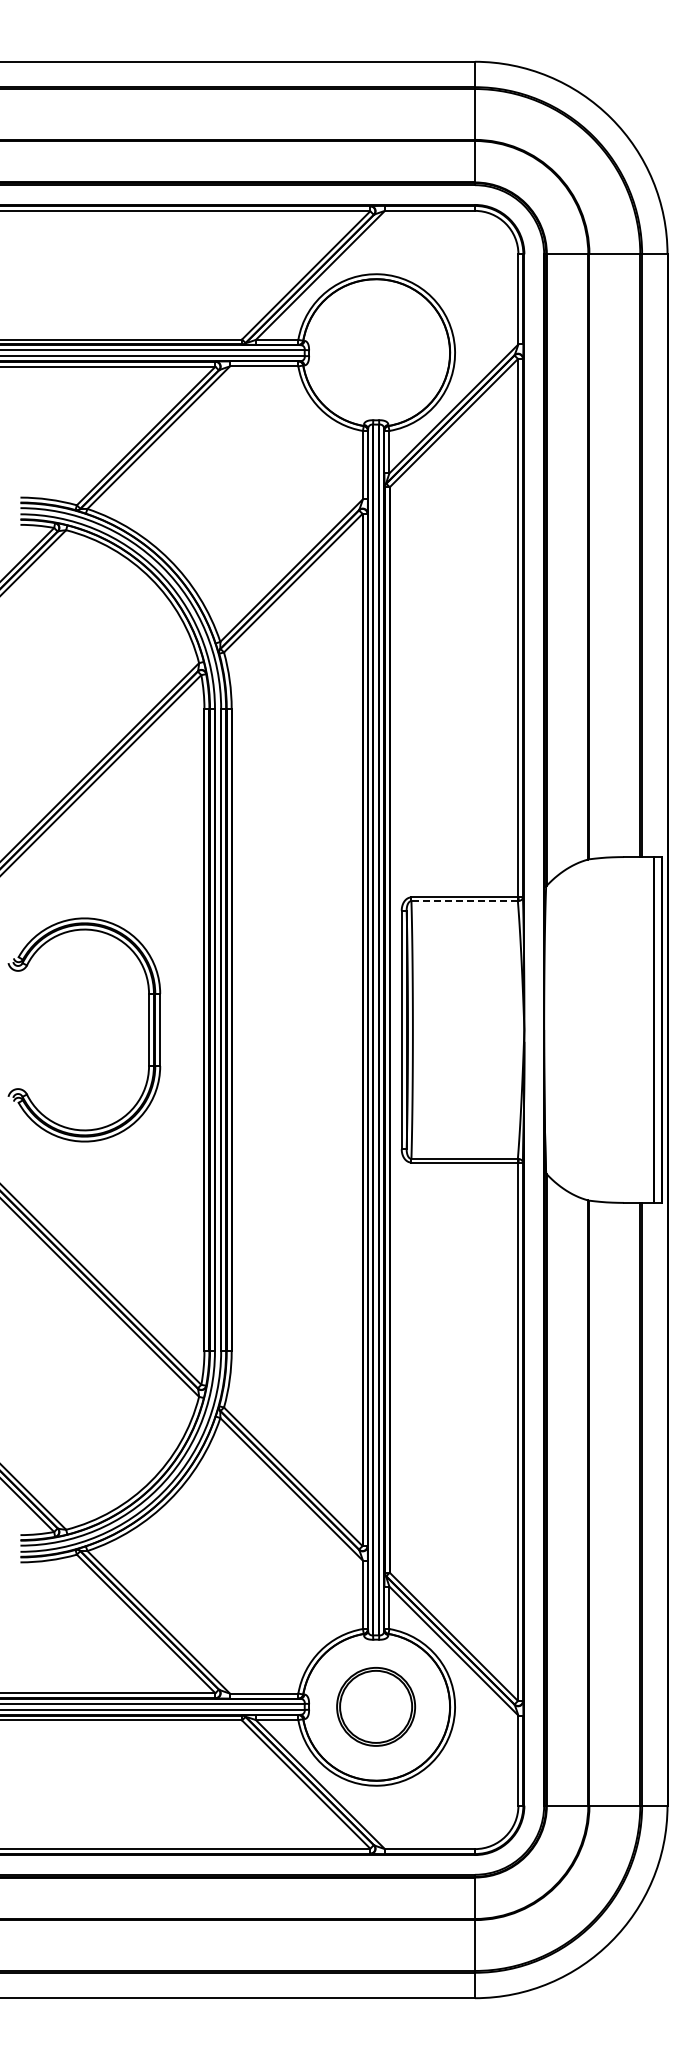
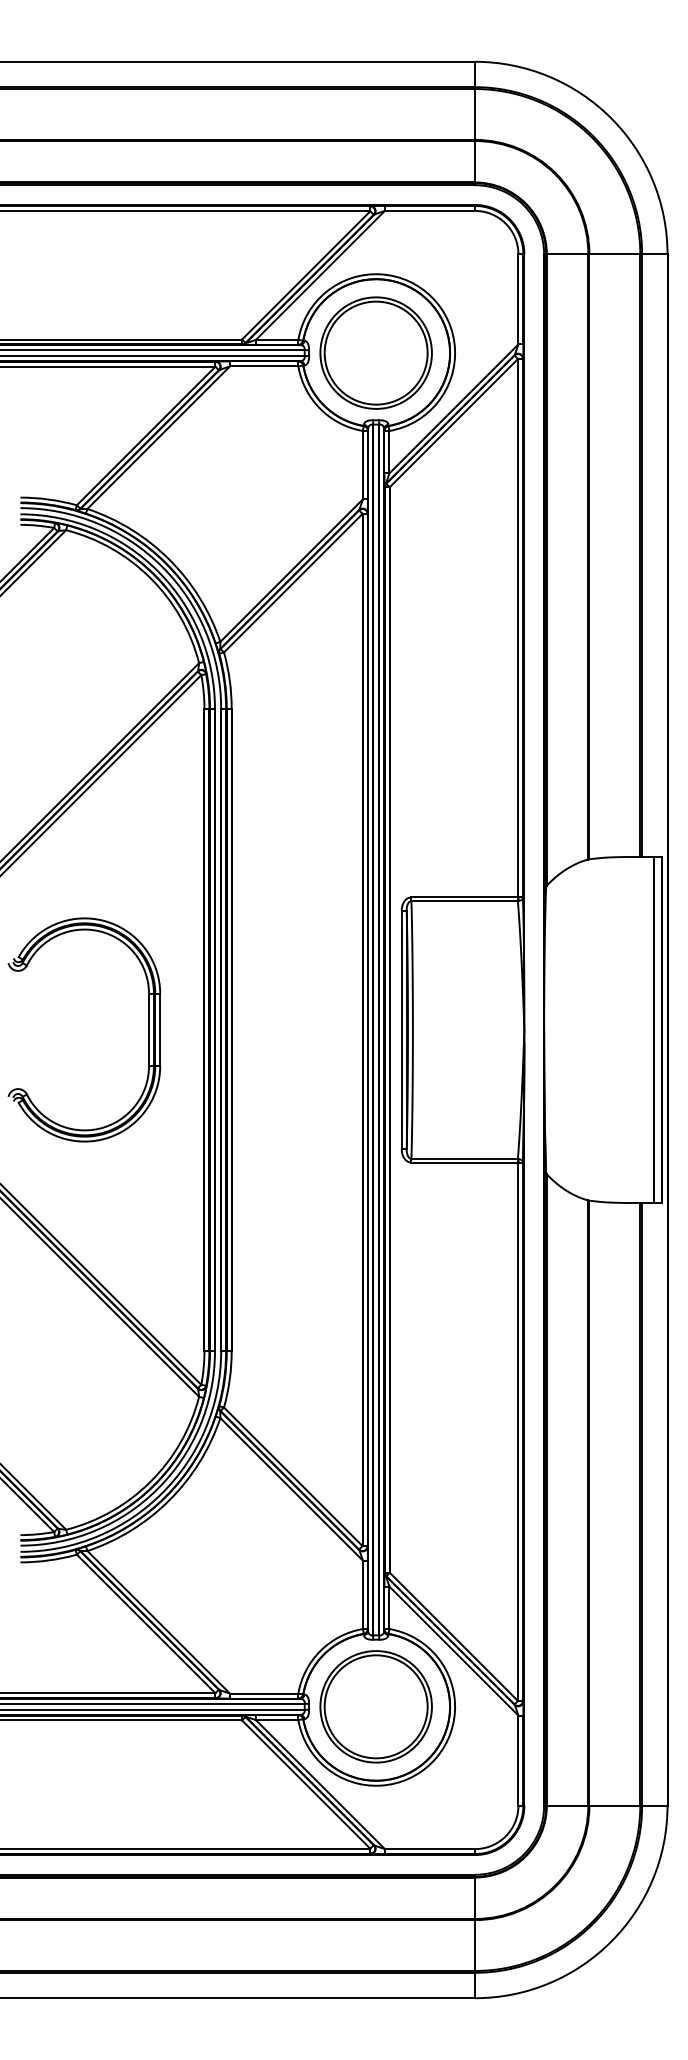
part at (375, 352): none -> present
line at (464, 901): dashed -> solid
part at (376, 1706) size: 81x80 px -> 114x114 px
